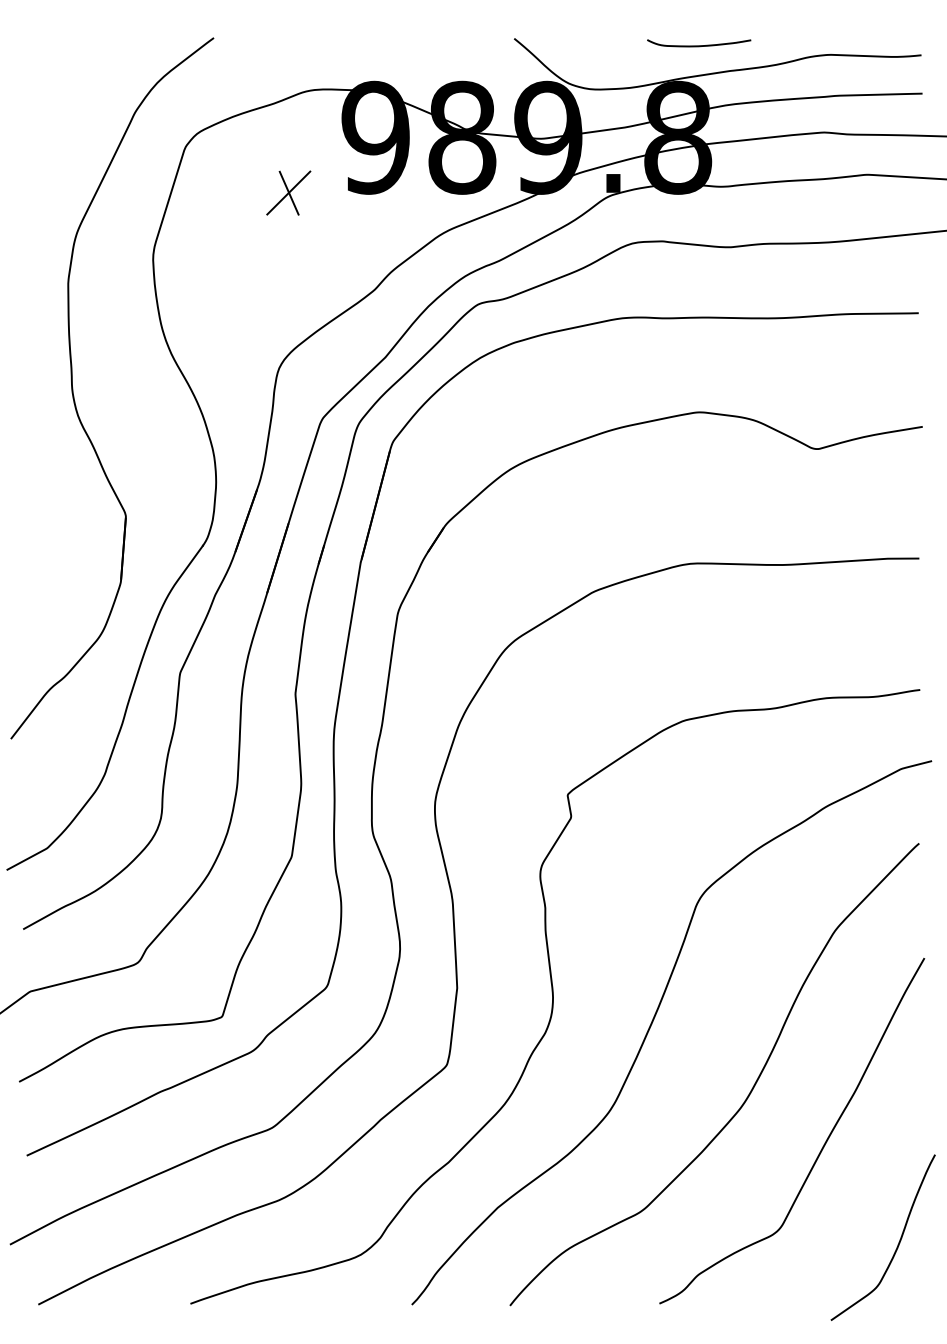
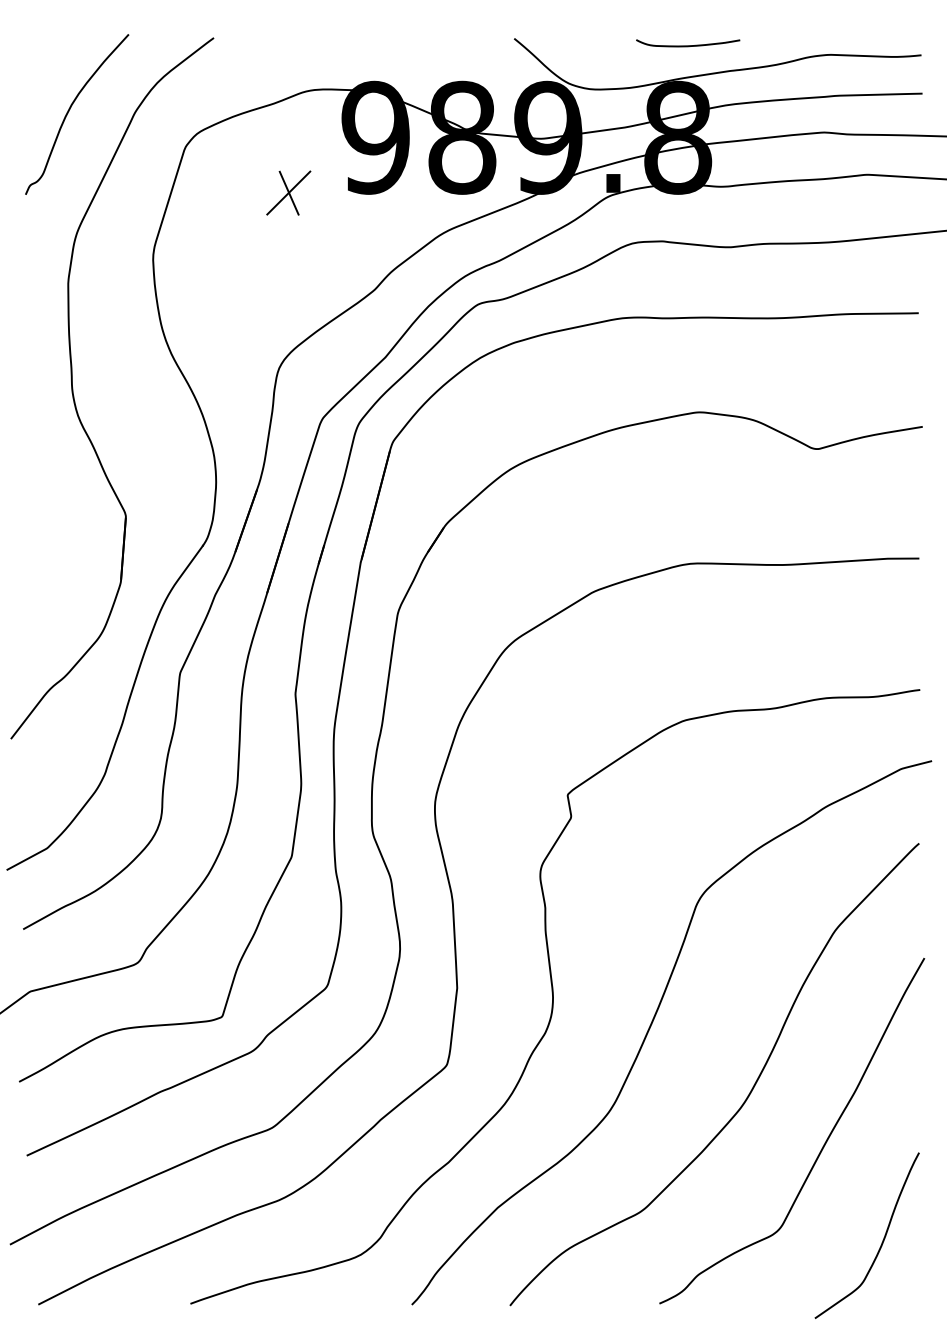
curve at (699, 45) position: (699, 45) -> (688, 45)
curve at (69, 111): none -> present
curve at (897, 1244) position: (897, 1244) -> (881, 1242)
